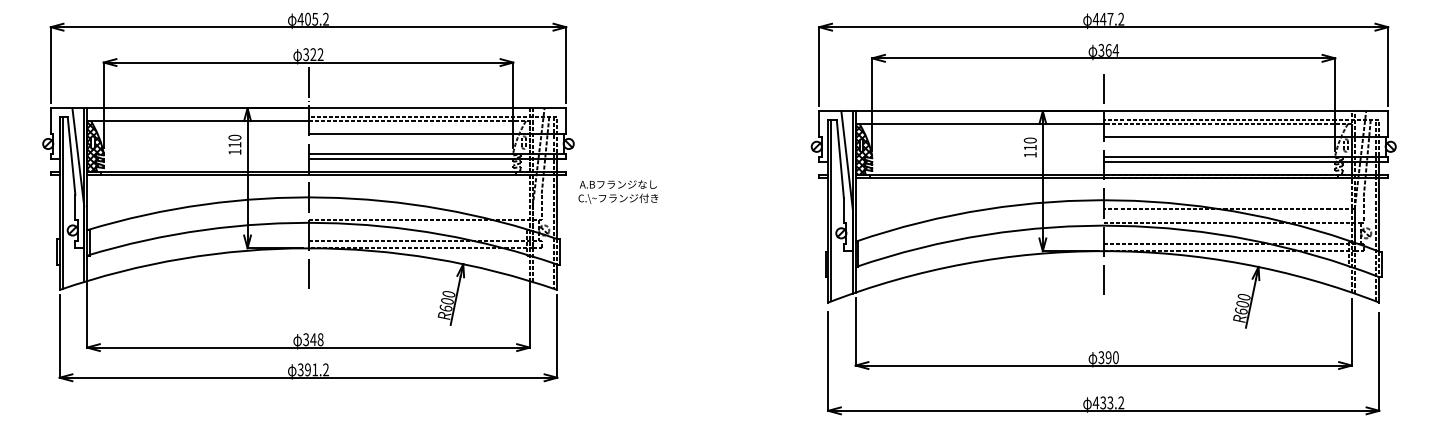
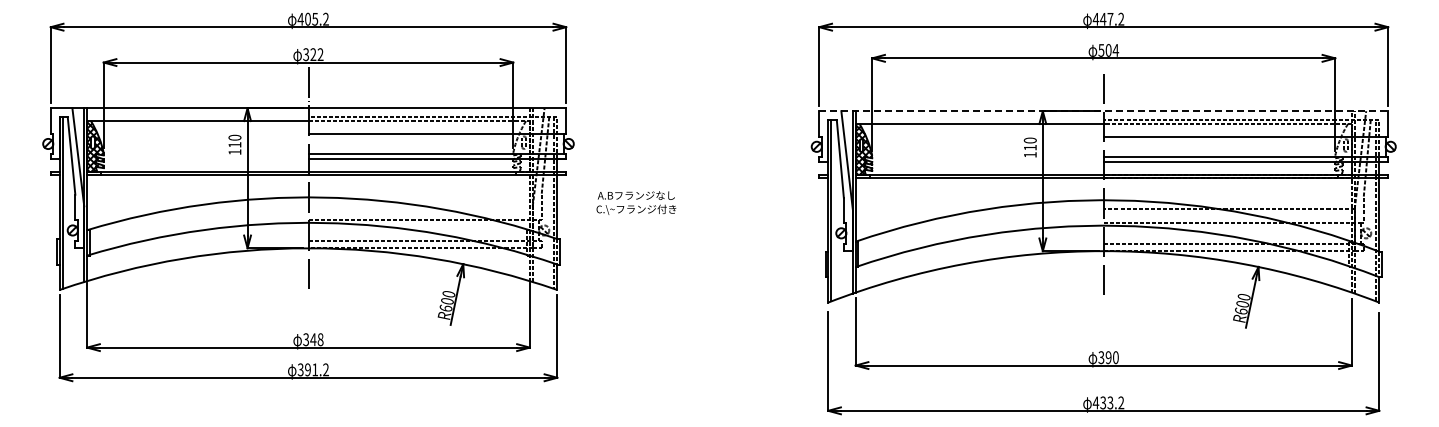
text at (1104, 50): 364 -> 504
line at (1104, 111): solid -> dashed
text at (618, 191) position: (618, 191) -> (636, 202)
